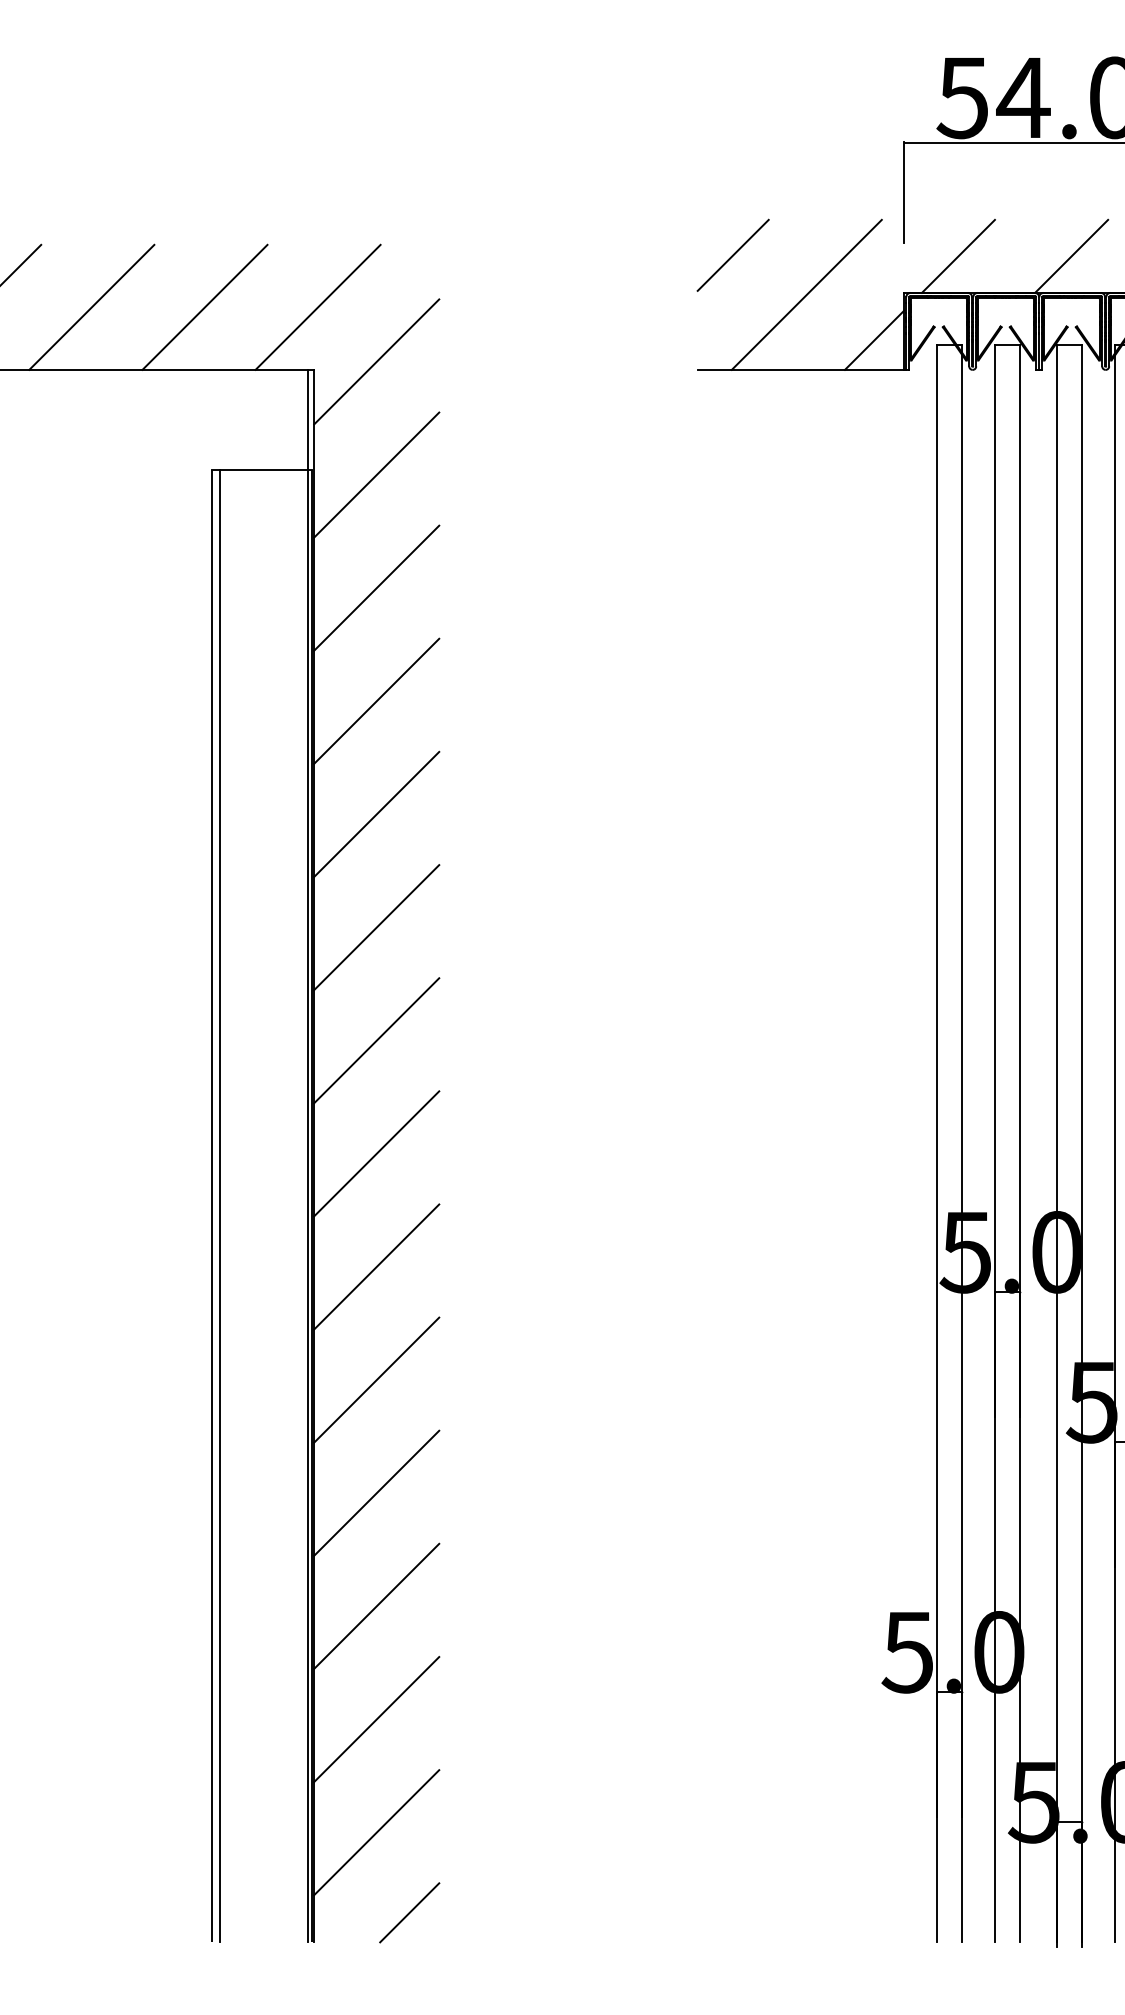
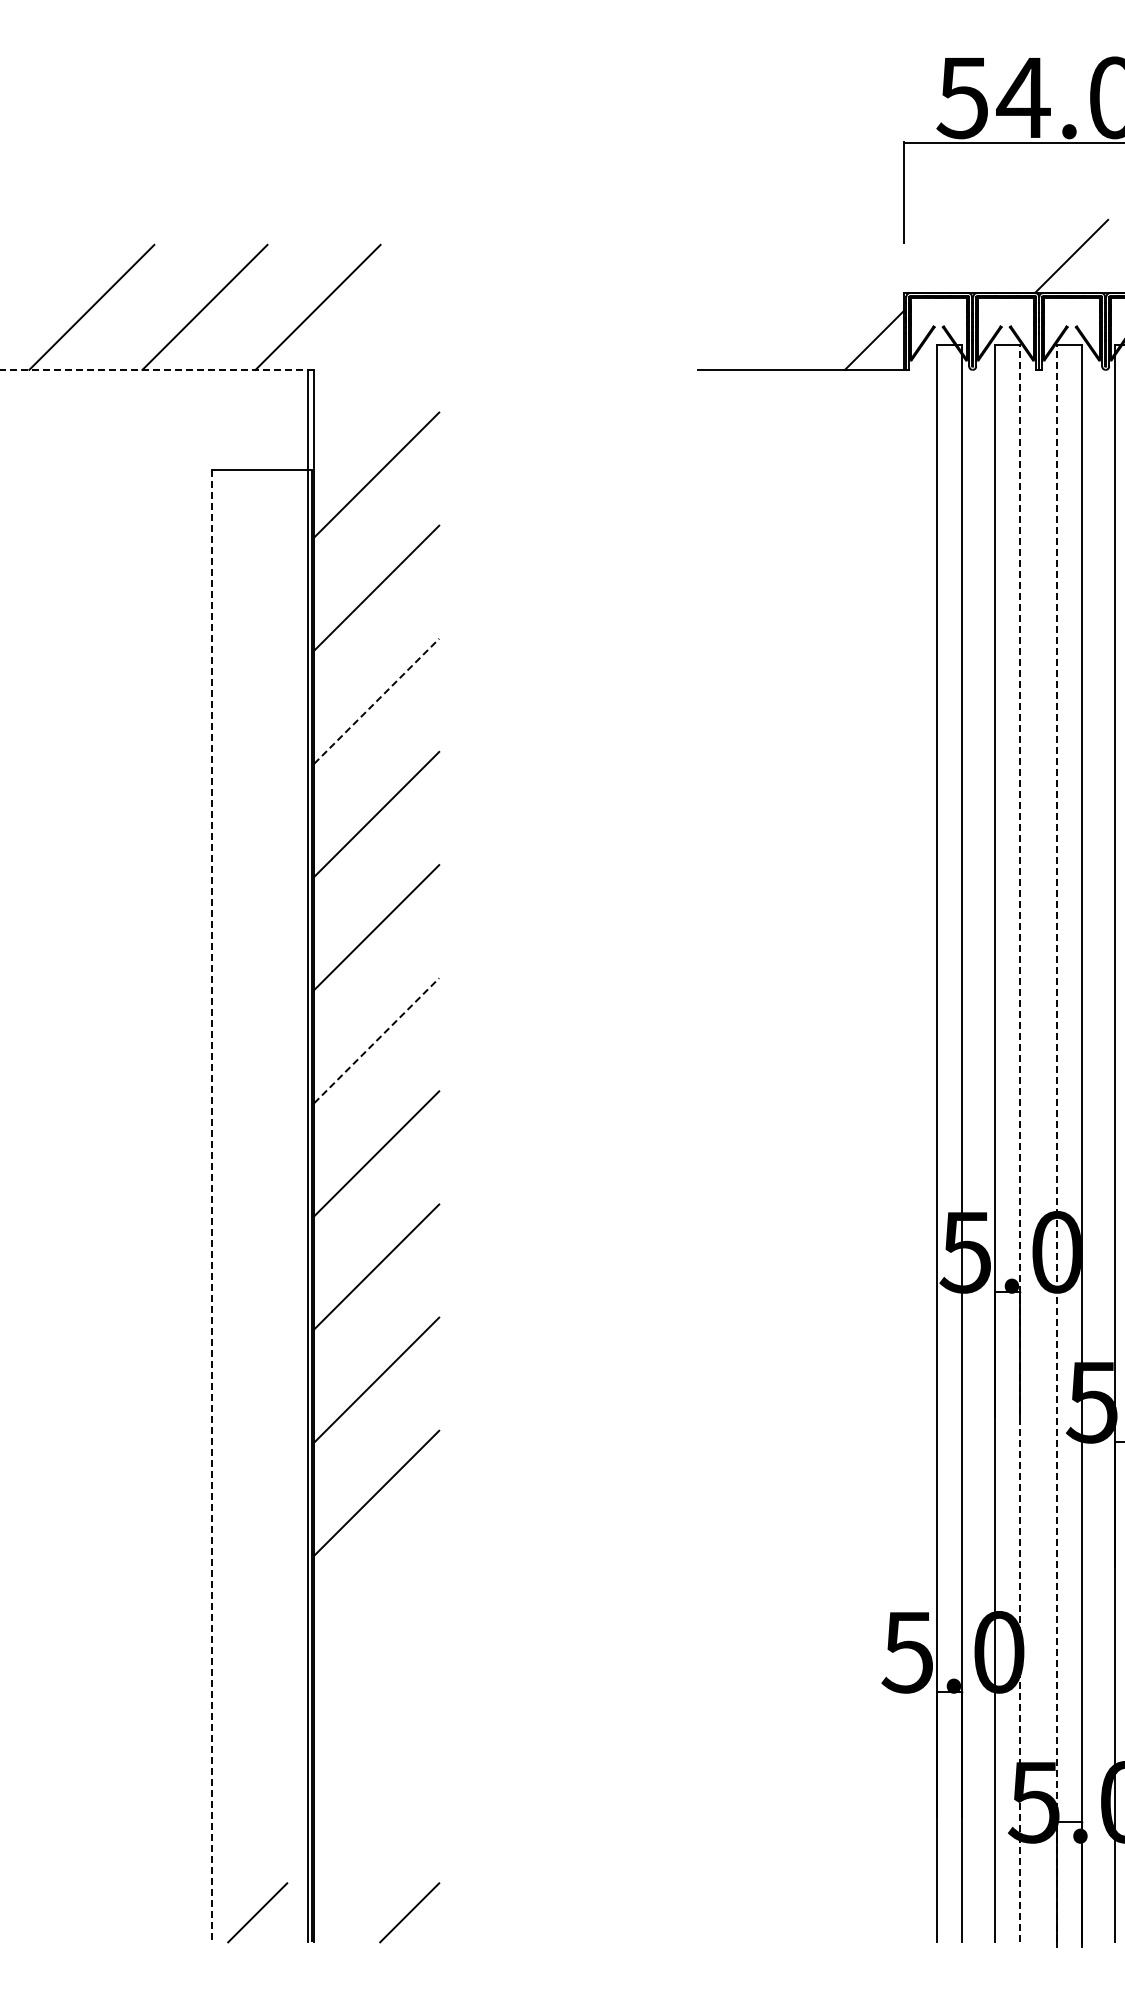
line at (732, 254): present -> none
line at (957, 255): present -> none
line at (21, 263): present -> none
line at (806, 294): present -> none
line at (376, 361): present -> none
line at (157, 369): solid -> dashed
line at (377, 700): solid -> dashed
line at (377, 1040): solid -> dashed
line at (1020, 1143): solid -> dashed
line at (1057, 1143): solid -> dashed
line at (220, 1205): present -> none
line at (212, 1206): solid -> dashed
line at (376, 1605): present -> none
line at (376, 1719): present -> none
line at (376, 1832): present -> none
line at (257, 1912): none -> present
